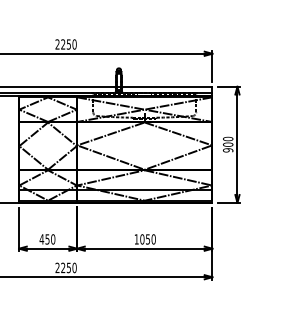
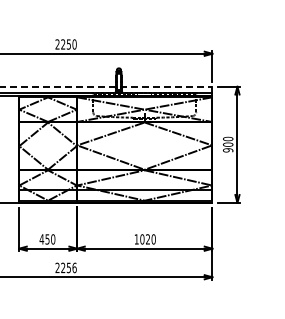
line at (106, 86): solid -> dashed
text at (148, 239): 1050 -> 1020
text at (74, 267): 2250 -> 2256
